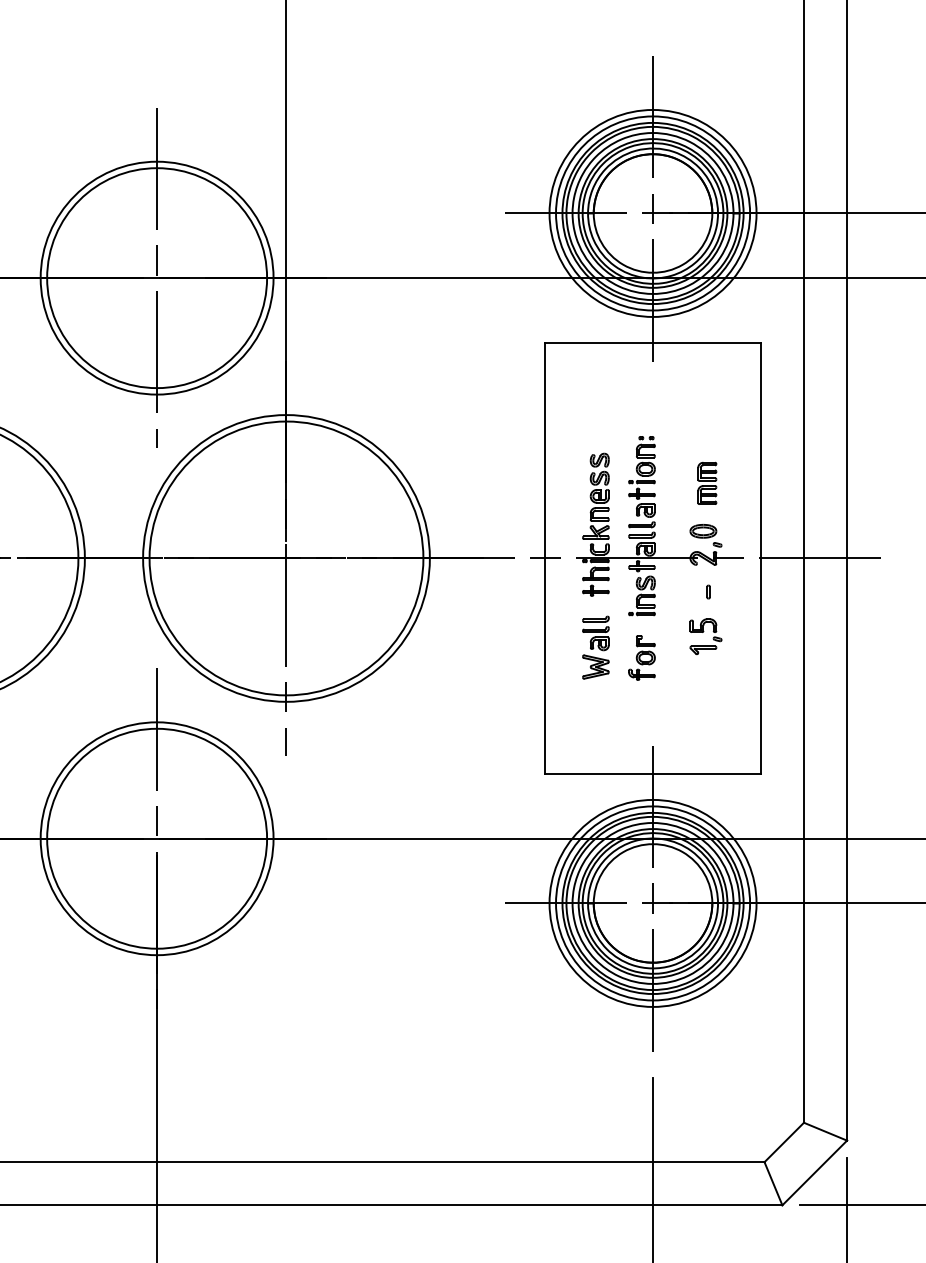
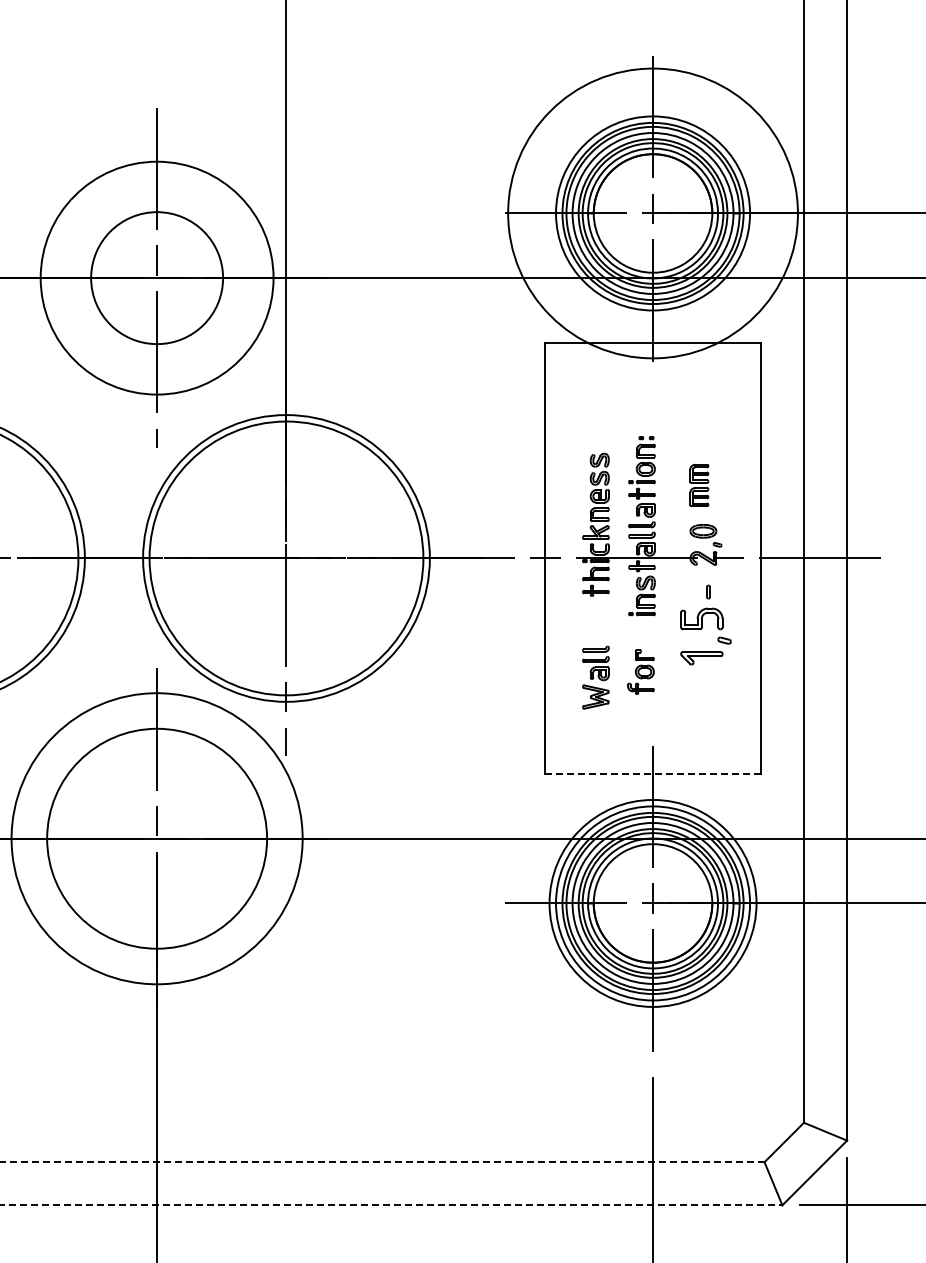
circle at (652, 212) diameter: 207 px -> 290 px
circle at (157, 278) diameter: 220 px -> 132 px
part at (707, 482) position: (707, 482) -> (699, 484)
part at (705, 636) size: 34x38 px -> 52x59 px
part at (595, 647) position: (595, 647) -> (595, 677)
part at (641, 657) position: (641, 657) -> (640, 671)
line at (653, 774): solid -> dashed
circle at (156, 838) diameter: 233 px -> 291 px
line at (382, 1162): solid -> dashed
line at (391, 1205): solid -> dashed
